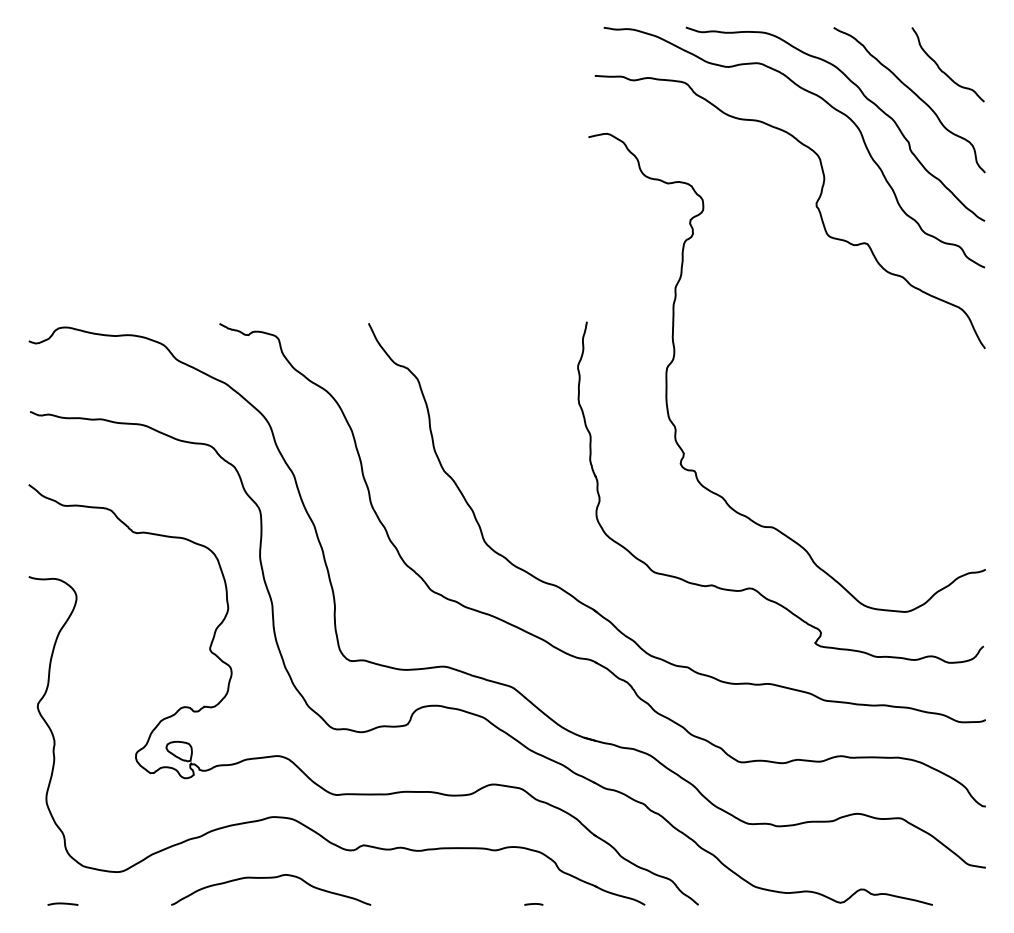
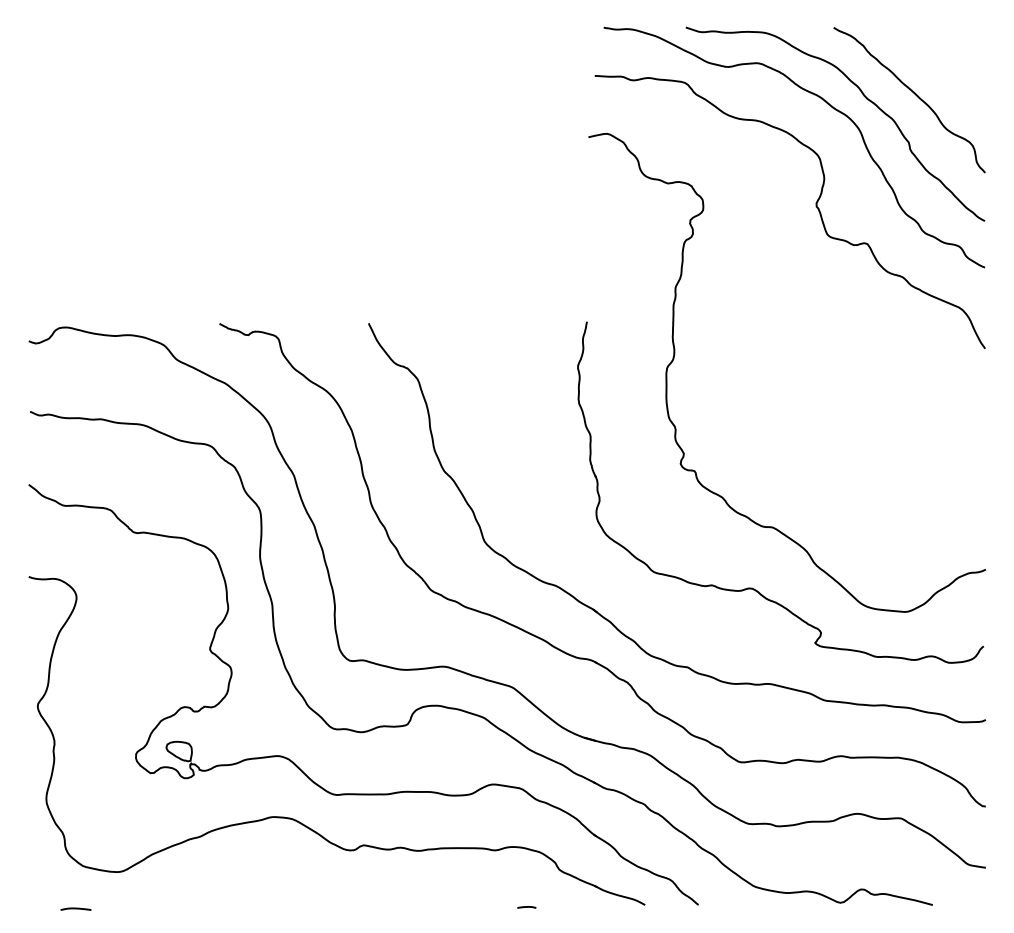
curve at (944, 71): present -> none
curve at (271, 878): present -> none
line at (62, 903) position: (62, 903) -> (75, 908)
line at (533, 904) position: (533, 904) -> (526, 907)
